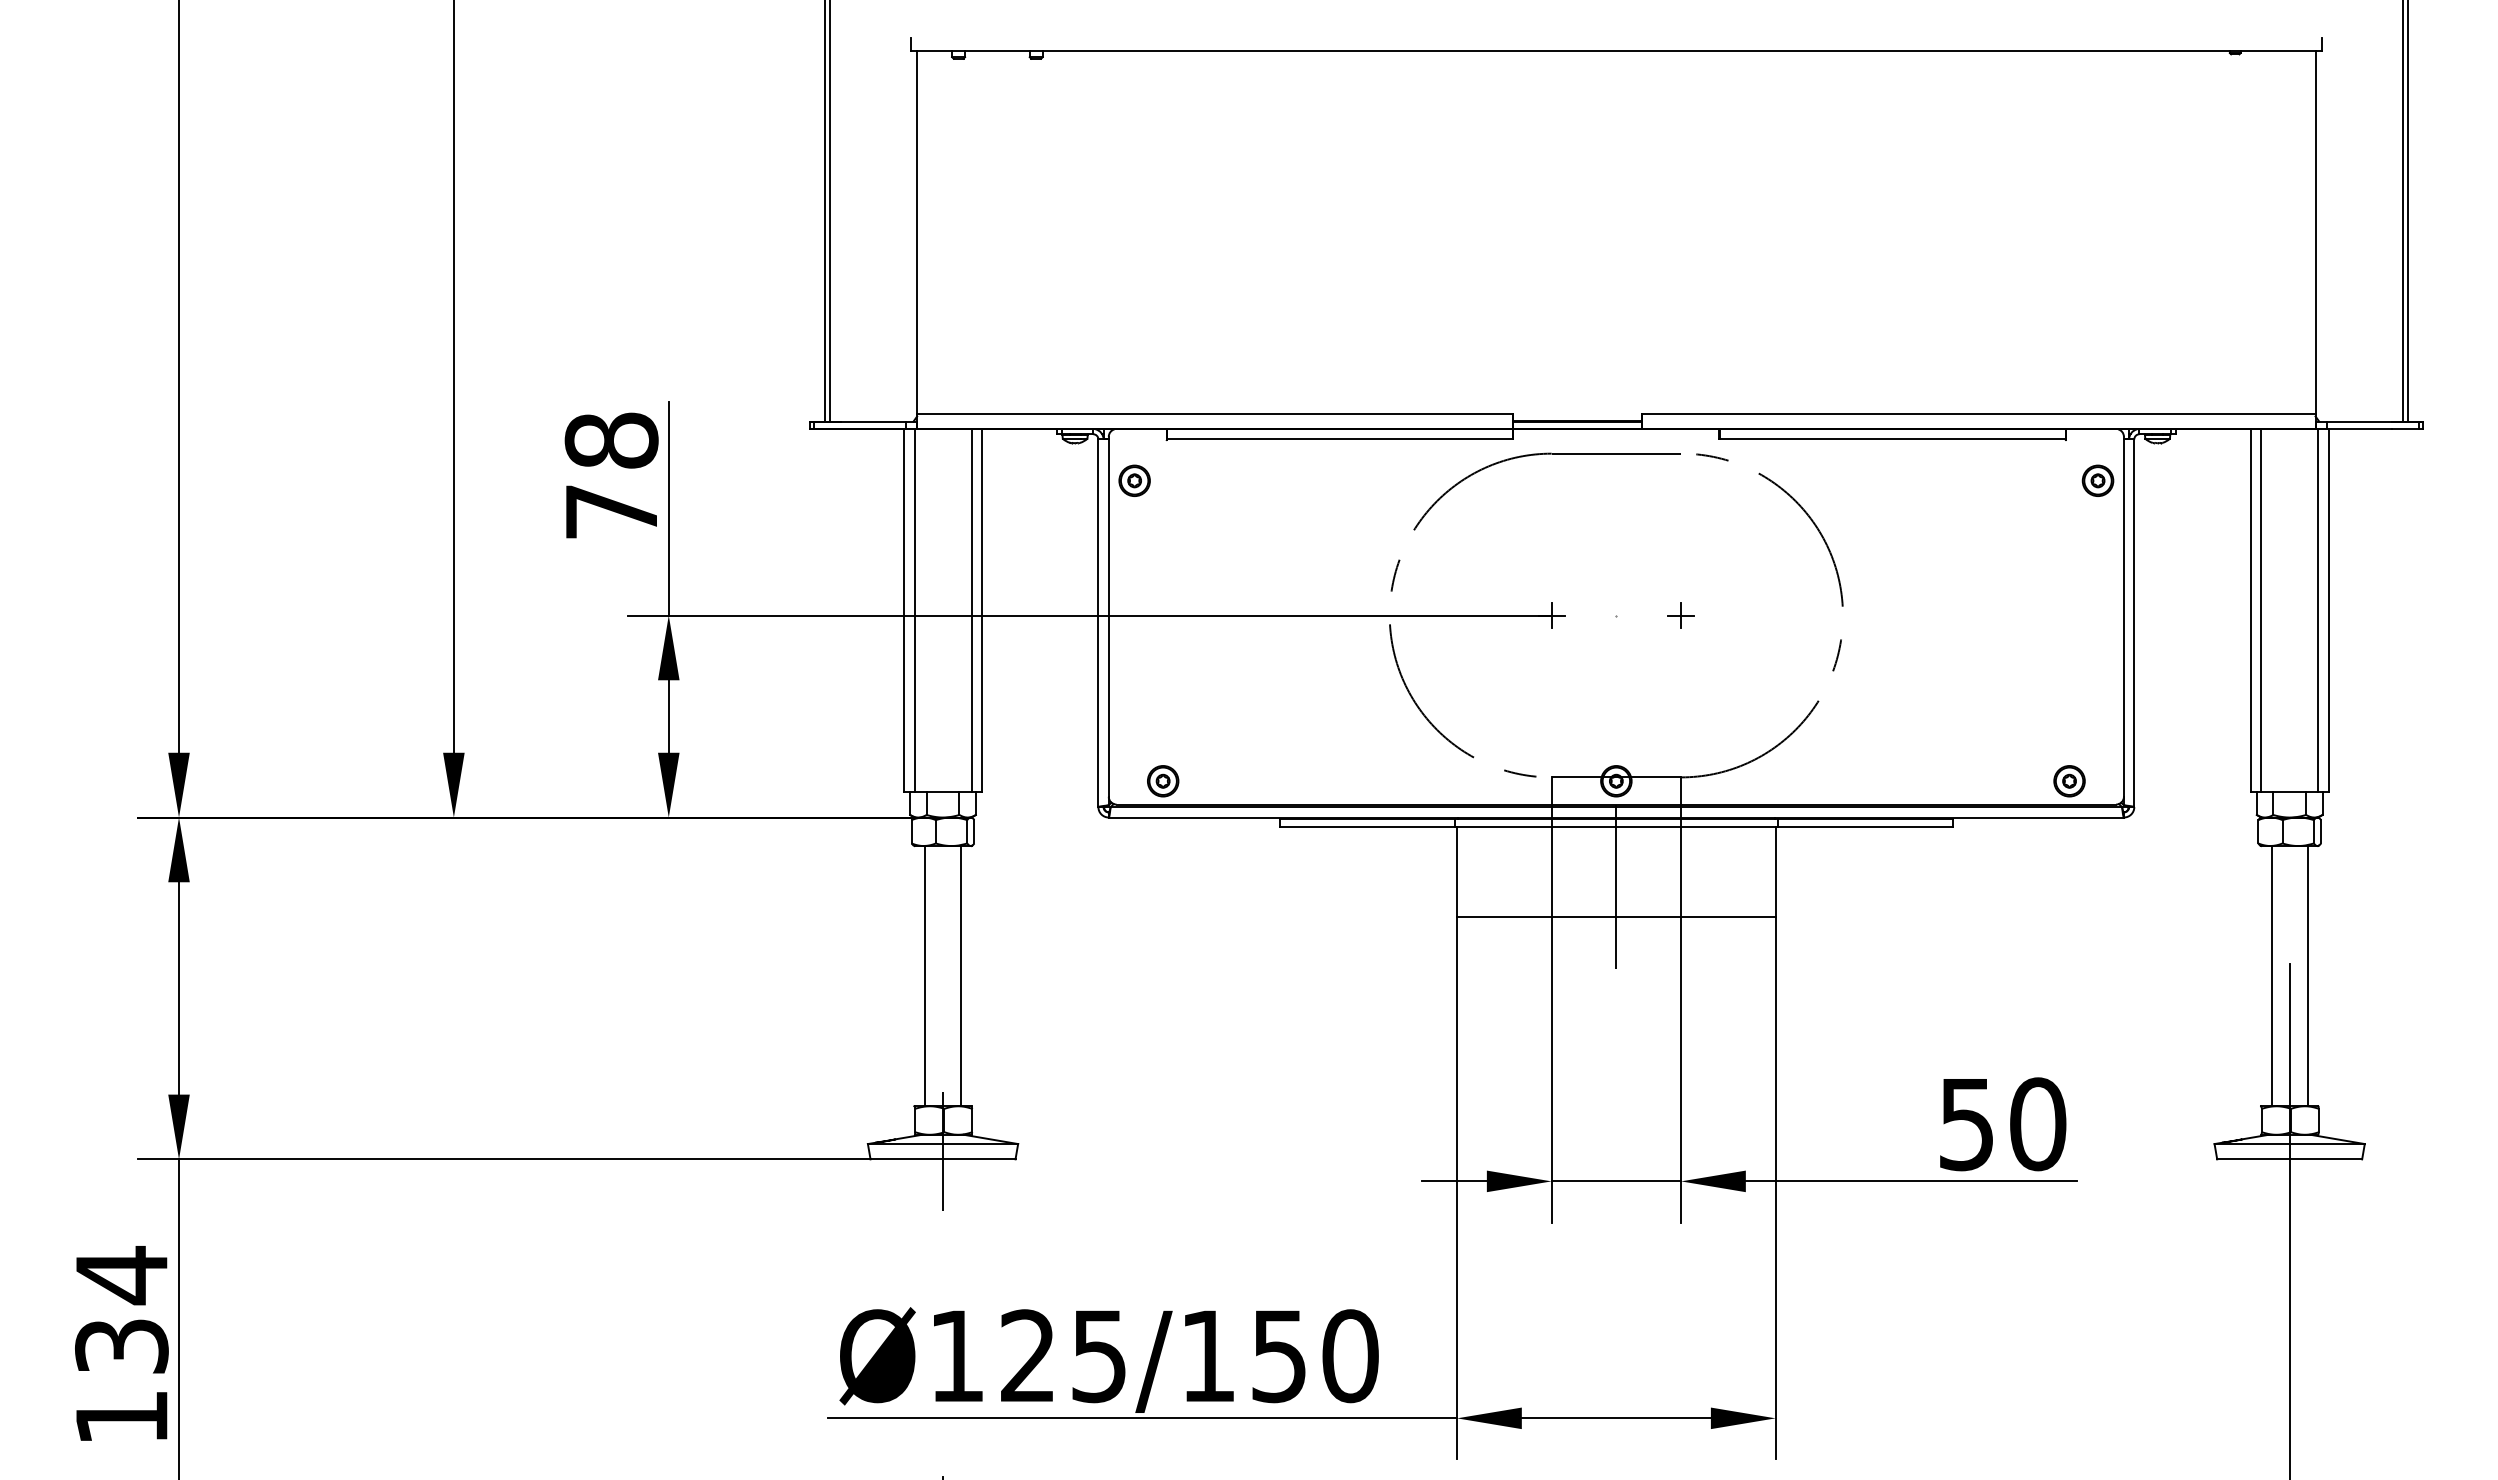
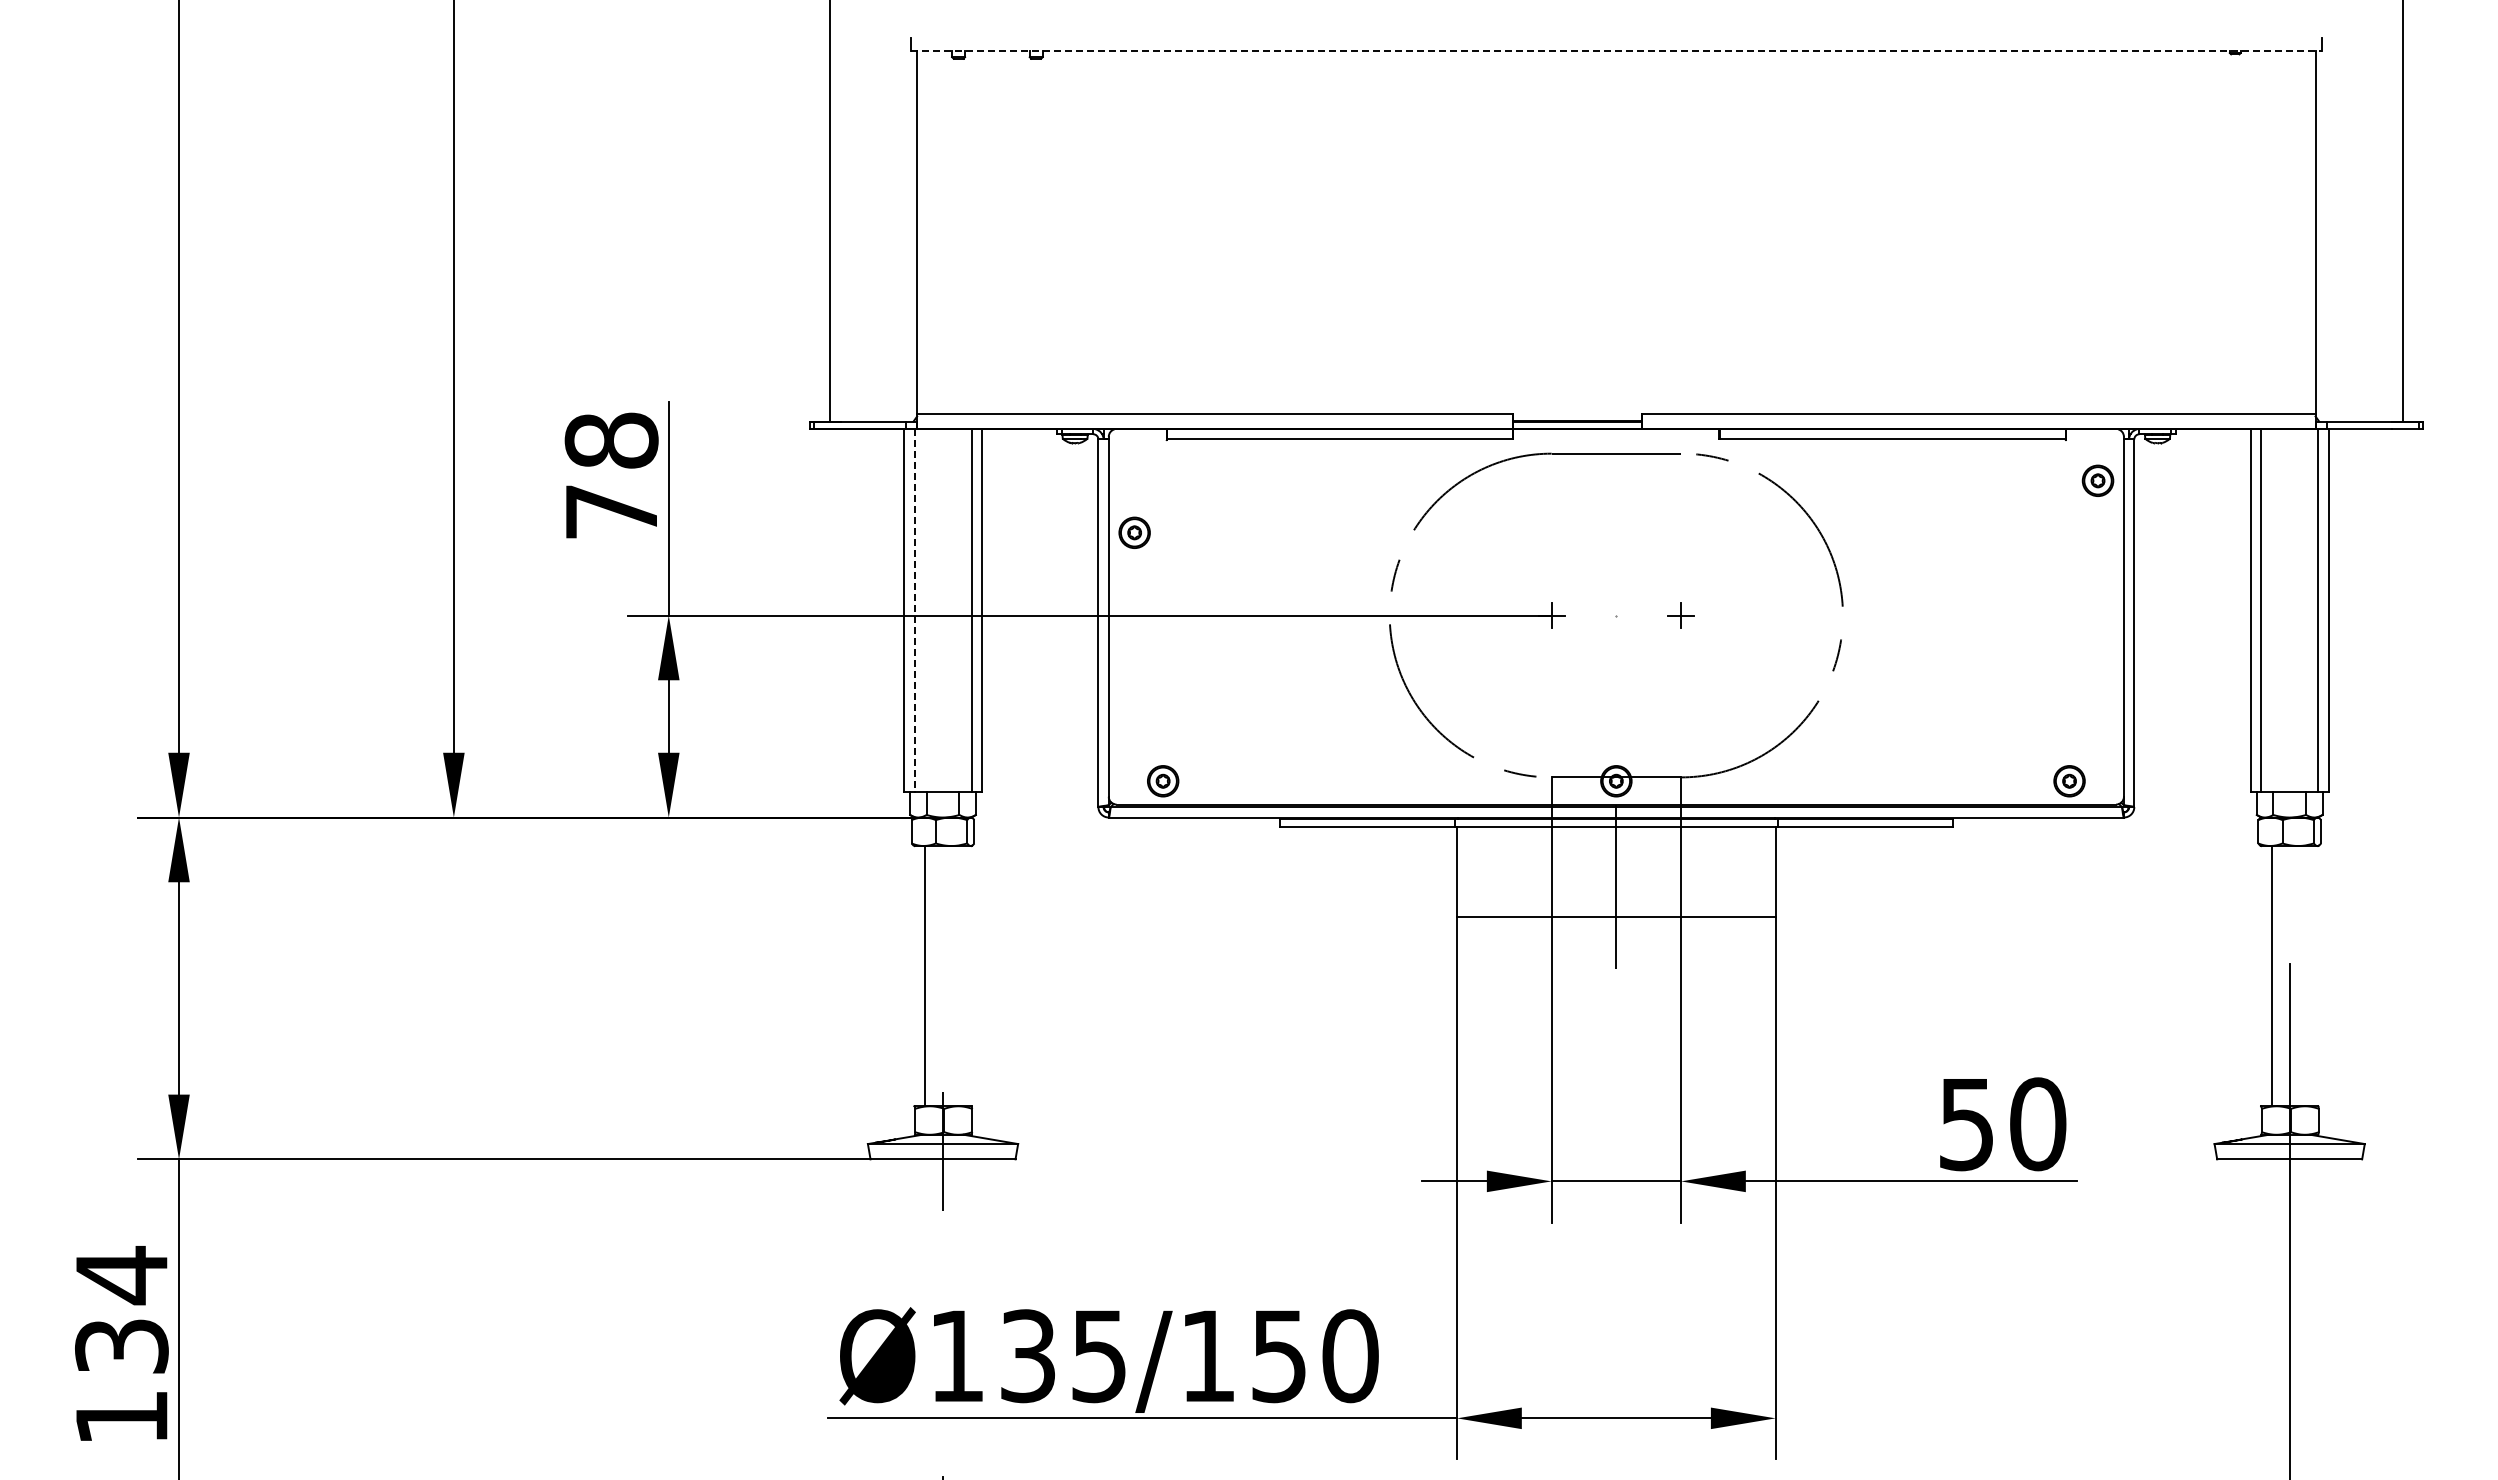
line at (1616, 50): solid -> dashed
line at (825, 211): present -> none
line at (2407, 211): present -> none
part at (1134, 480) position: (1134, 480) -> (1134, 532)
line at (914, 610): solid -> dashed
line at (961, 976): present -> none
line at (2307, 976): present -> none
text at (1027, 1356): Ø125/150 -> Ø135/150
